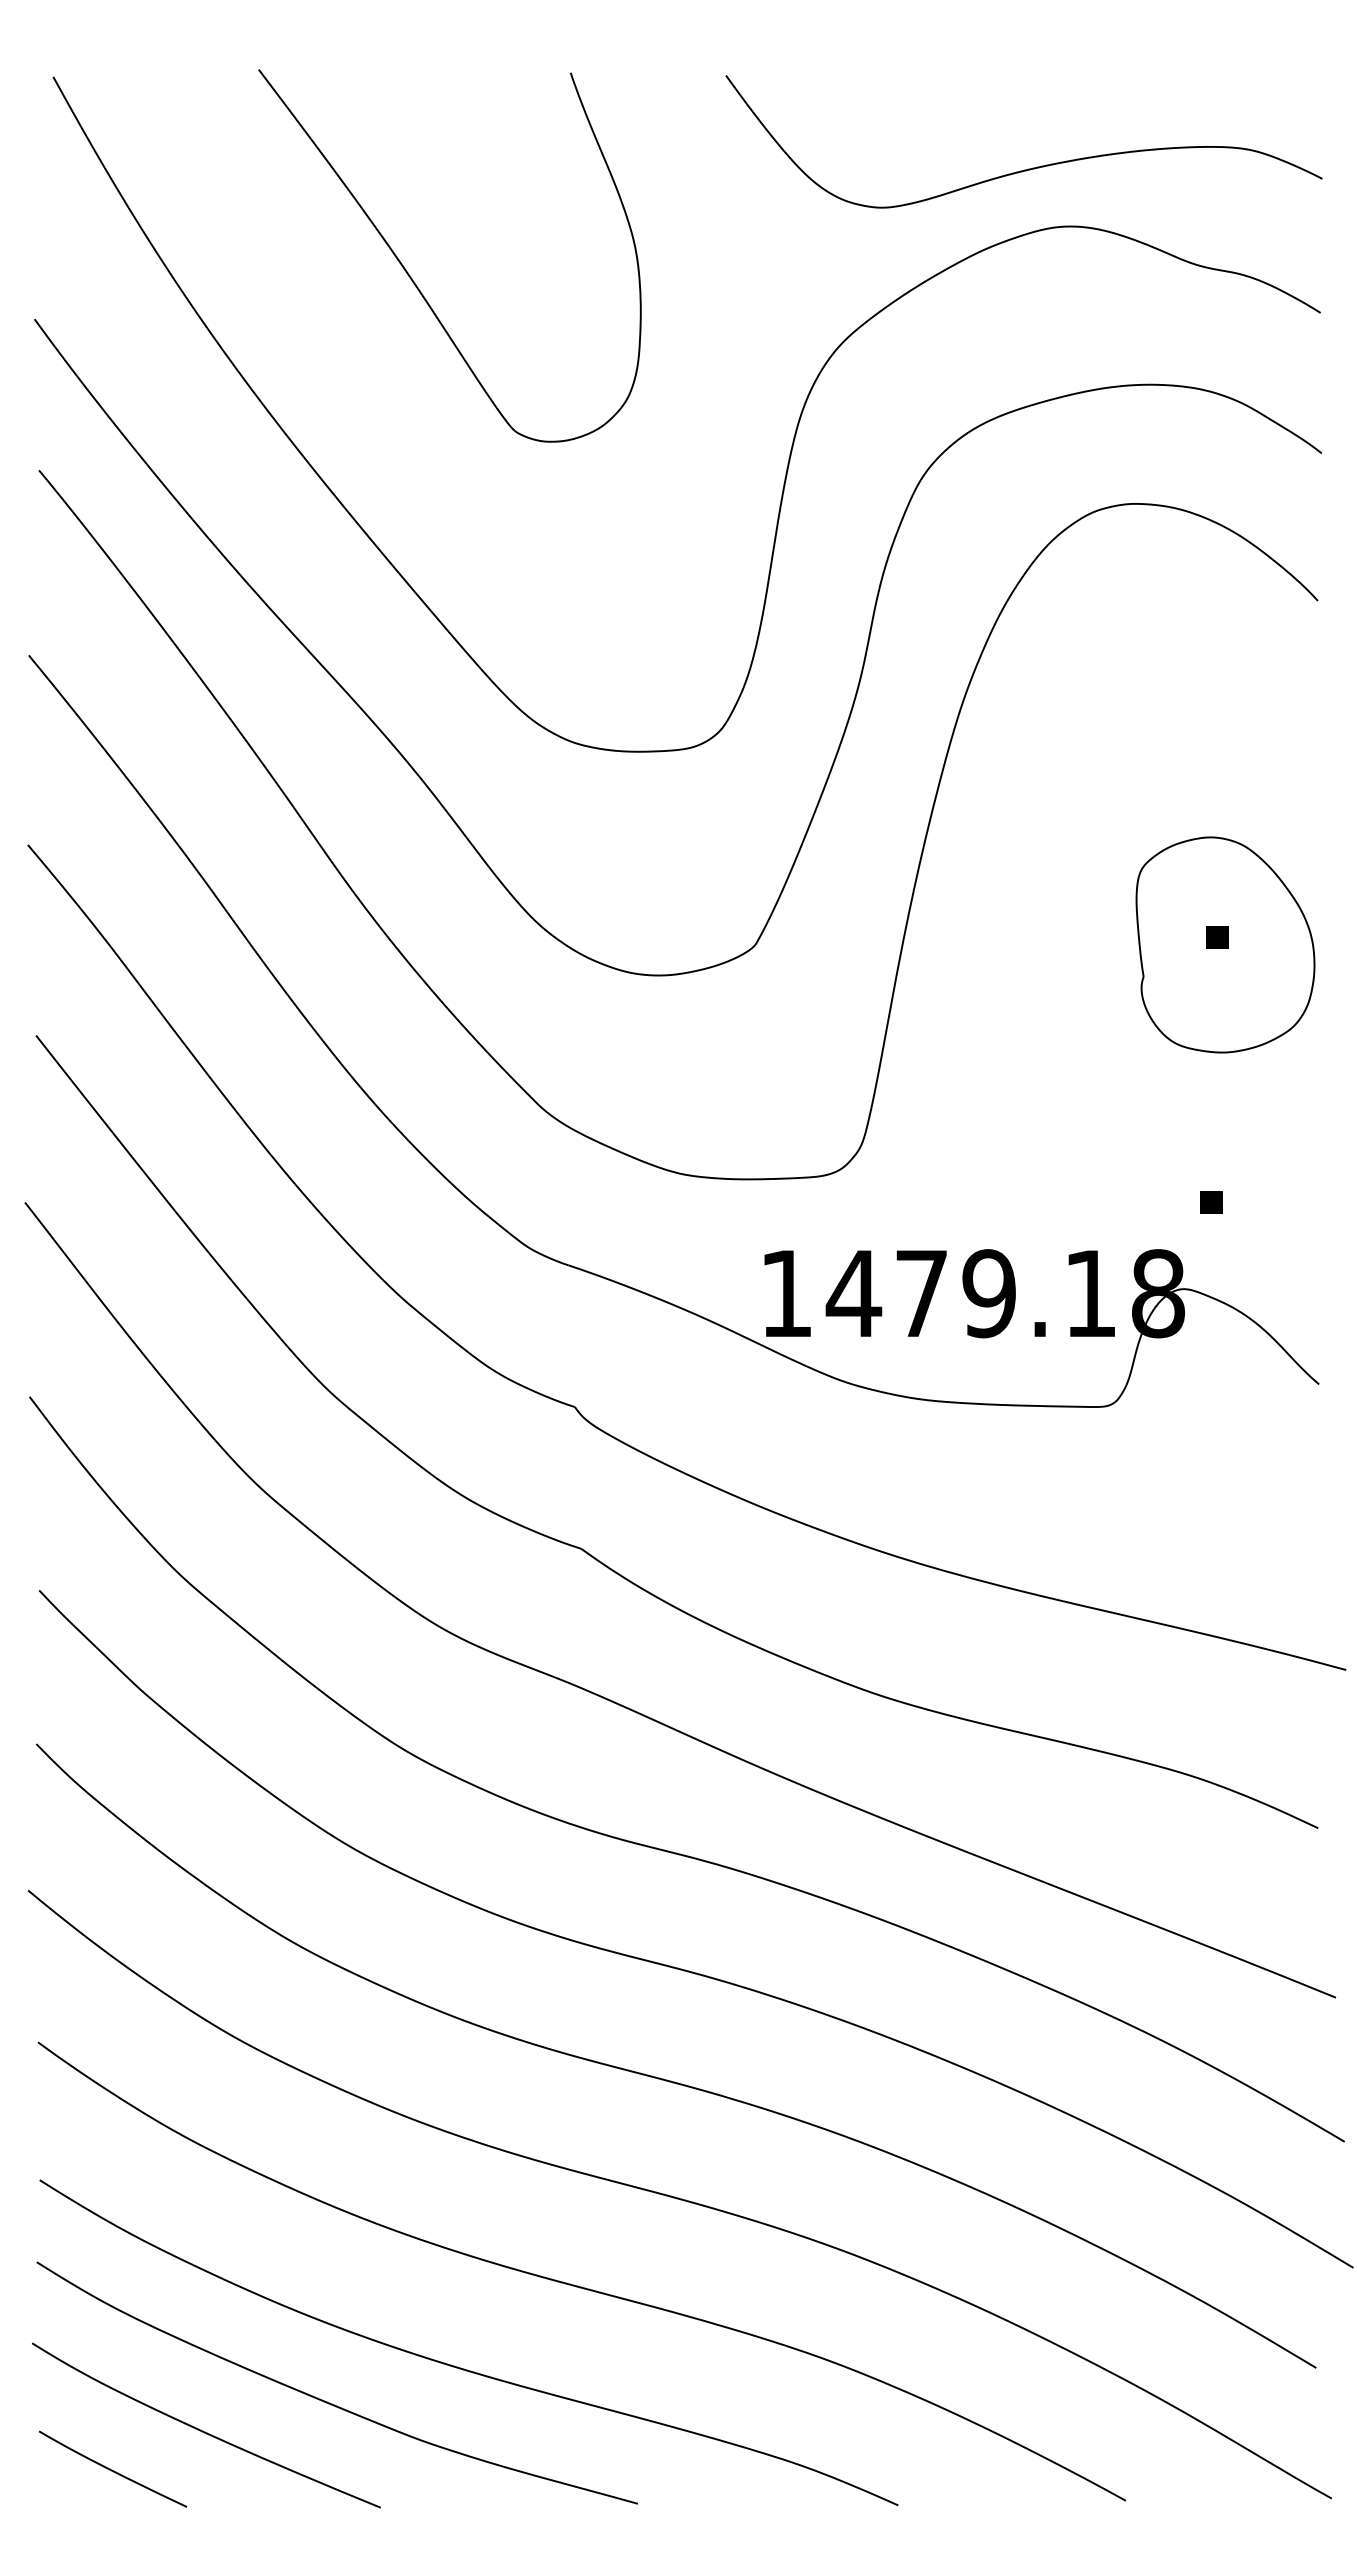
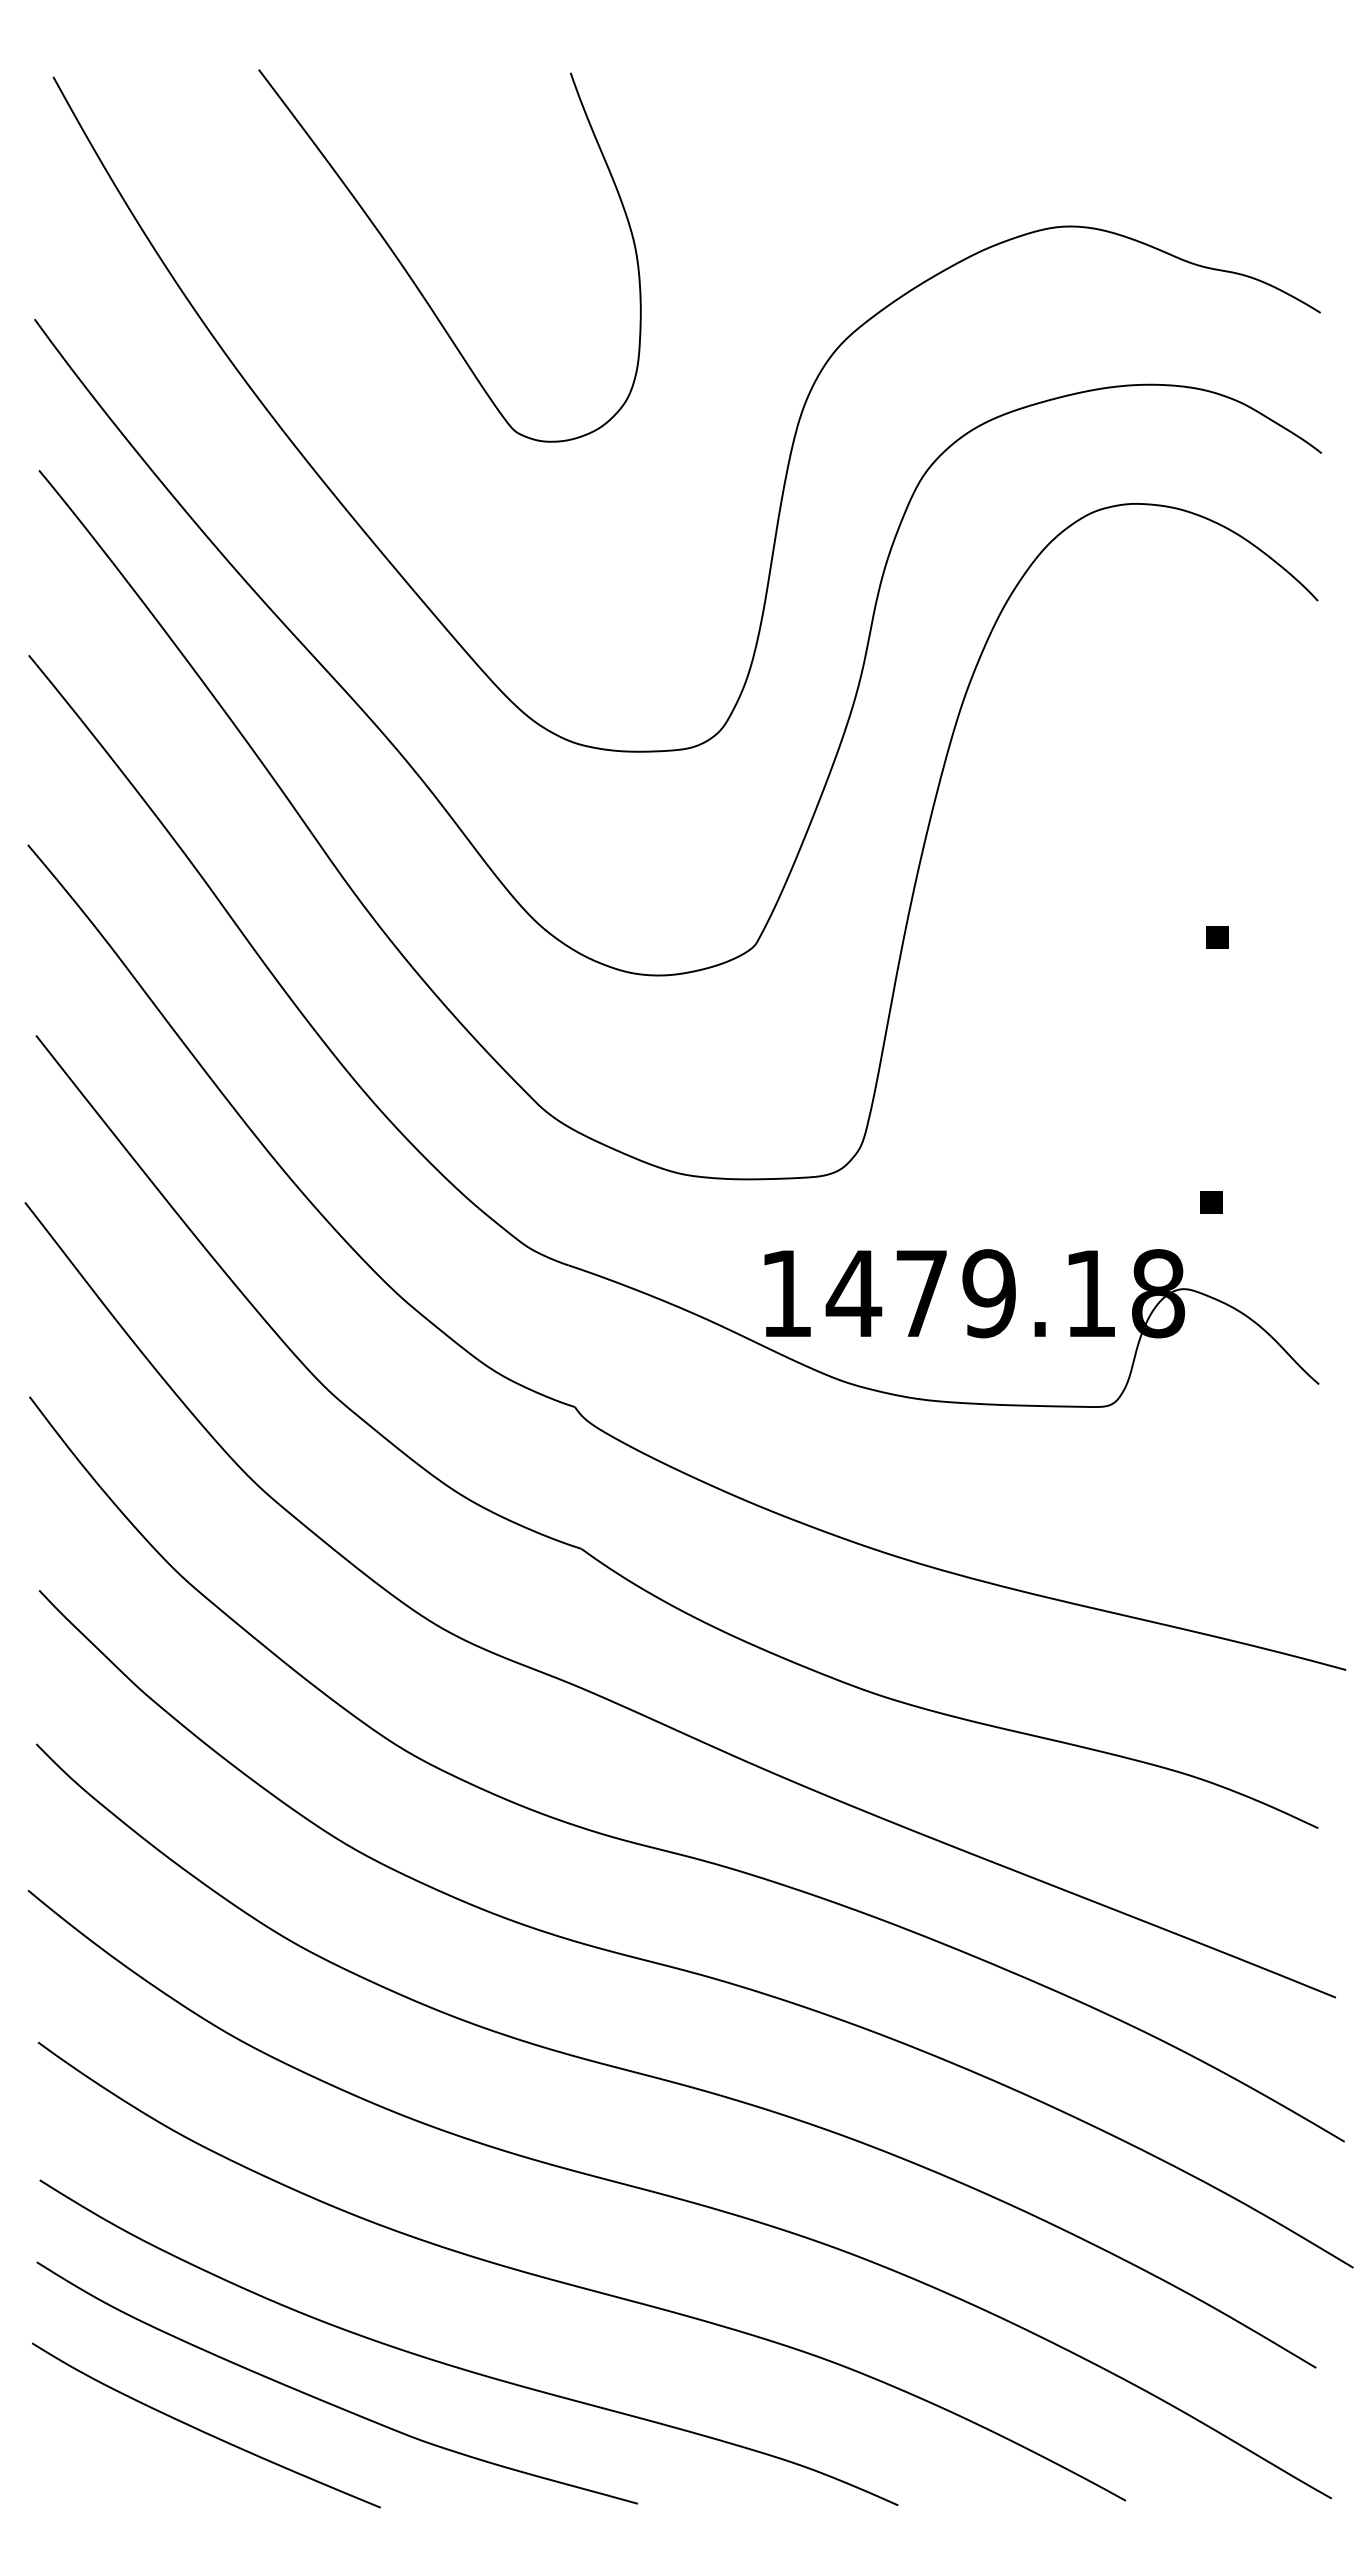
curve at (1028, 168): present -> none
part at (1225, 944): present -> none
curve at (112, 2469): present -> none
